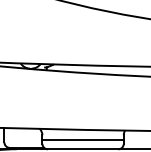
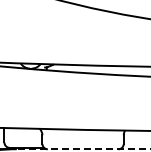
line at (82, 140): present -> none
line at (83, 149): solid -> dashed
